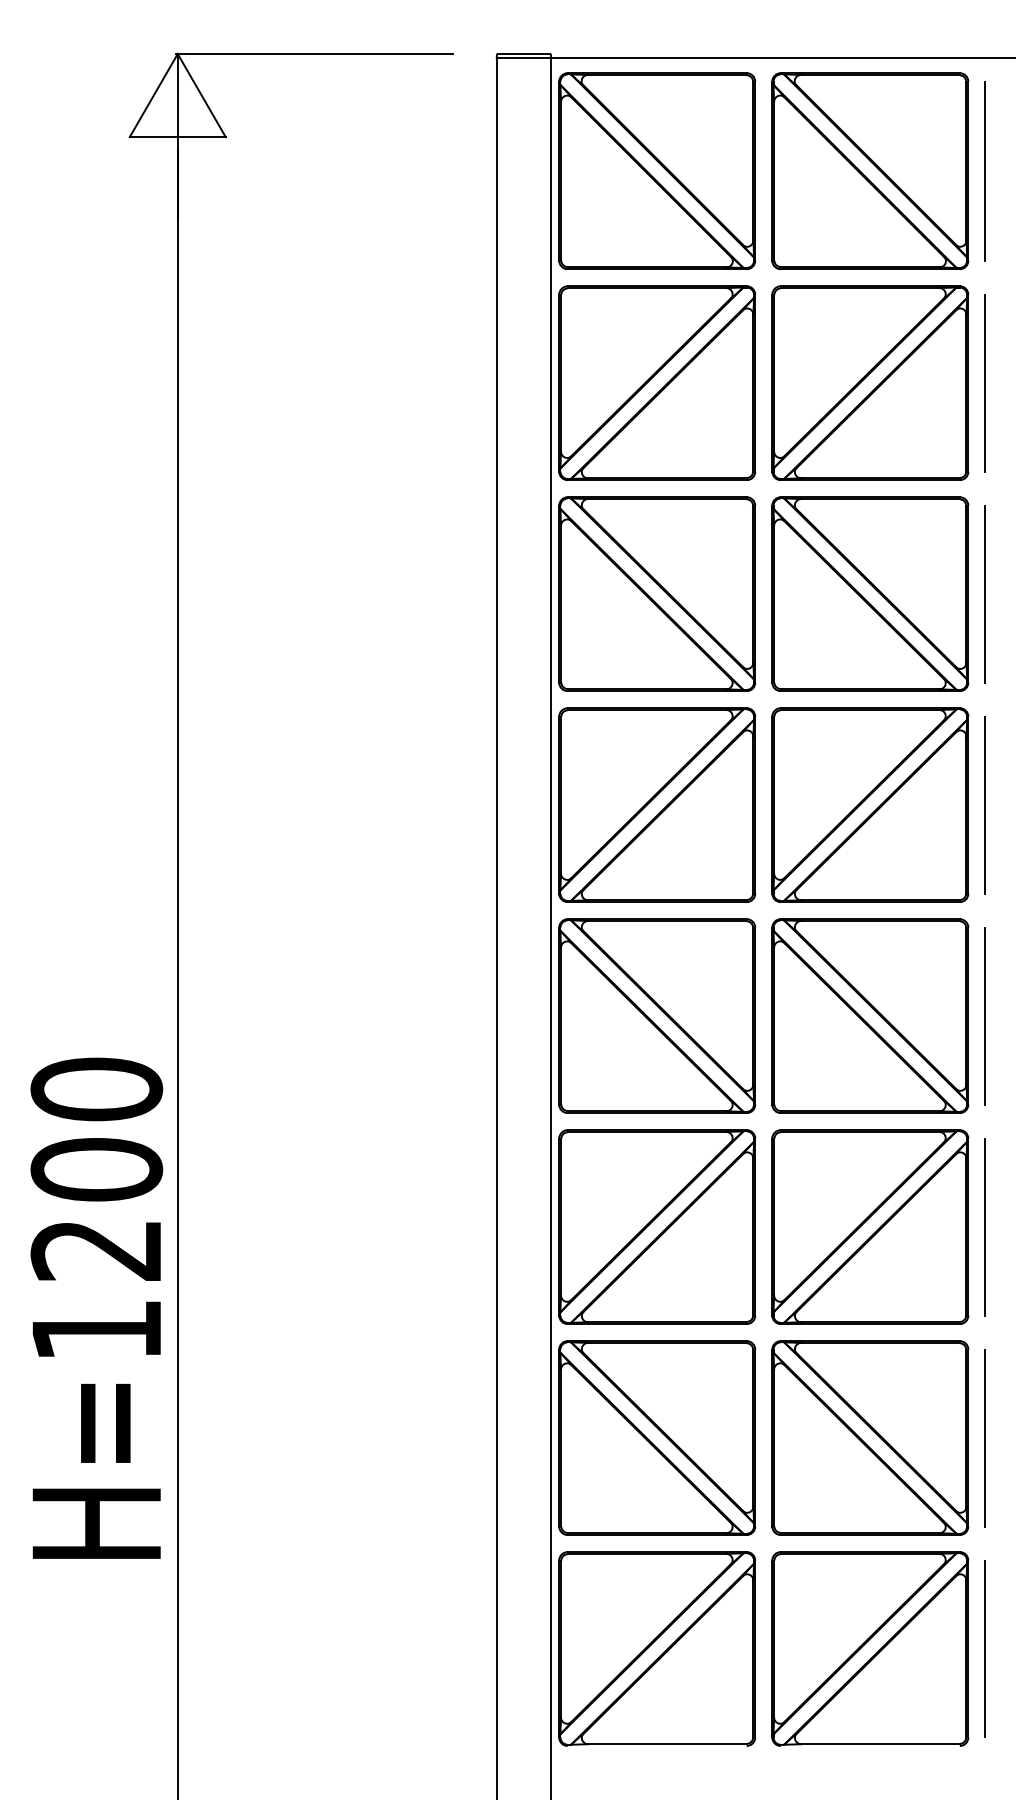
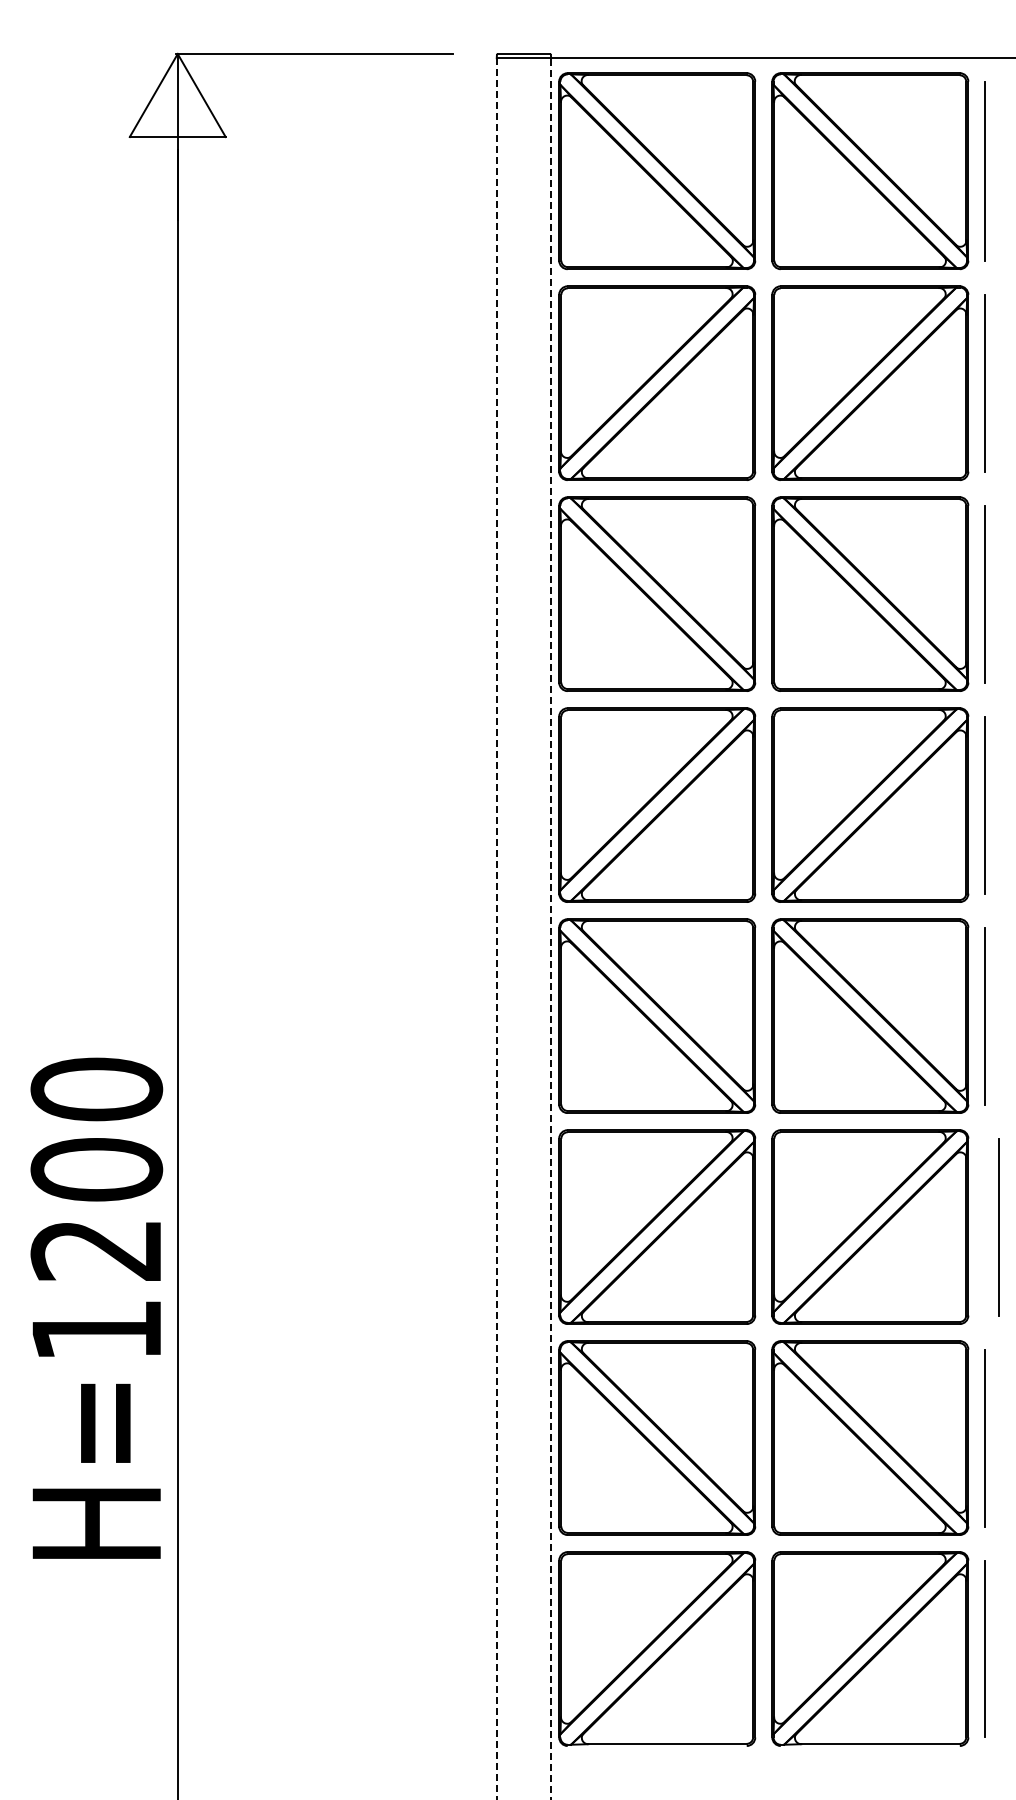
line at (550, 928): solid -> dashed
line at (497, 929): solid -> dashed
line at (984, 1227) position: (984, 1227) -> (998, 1227)
